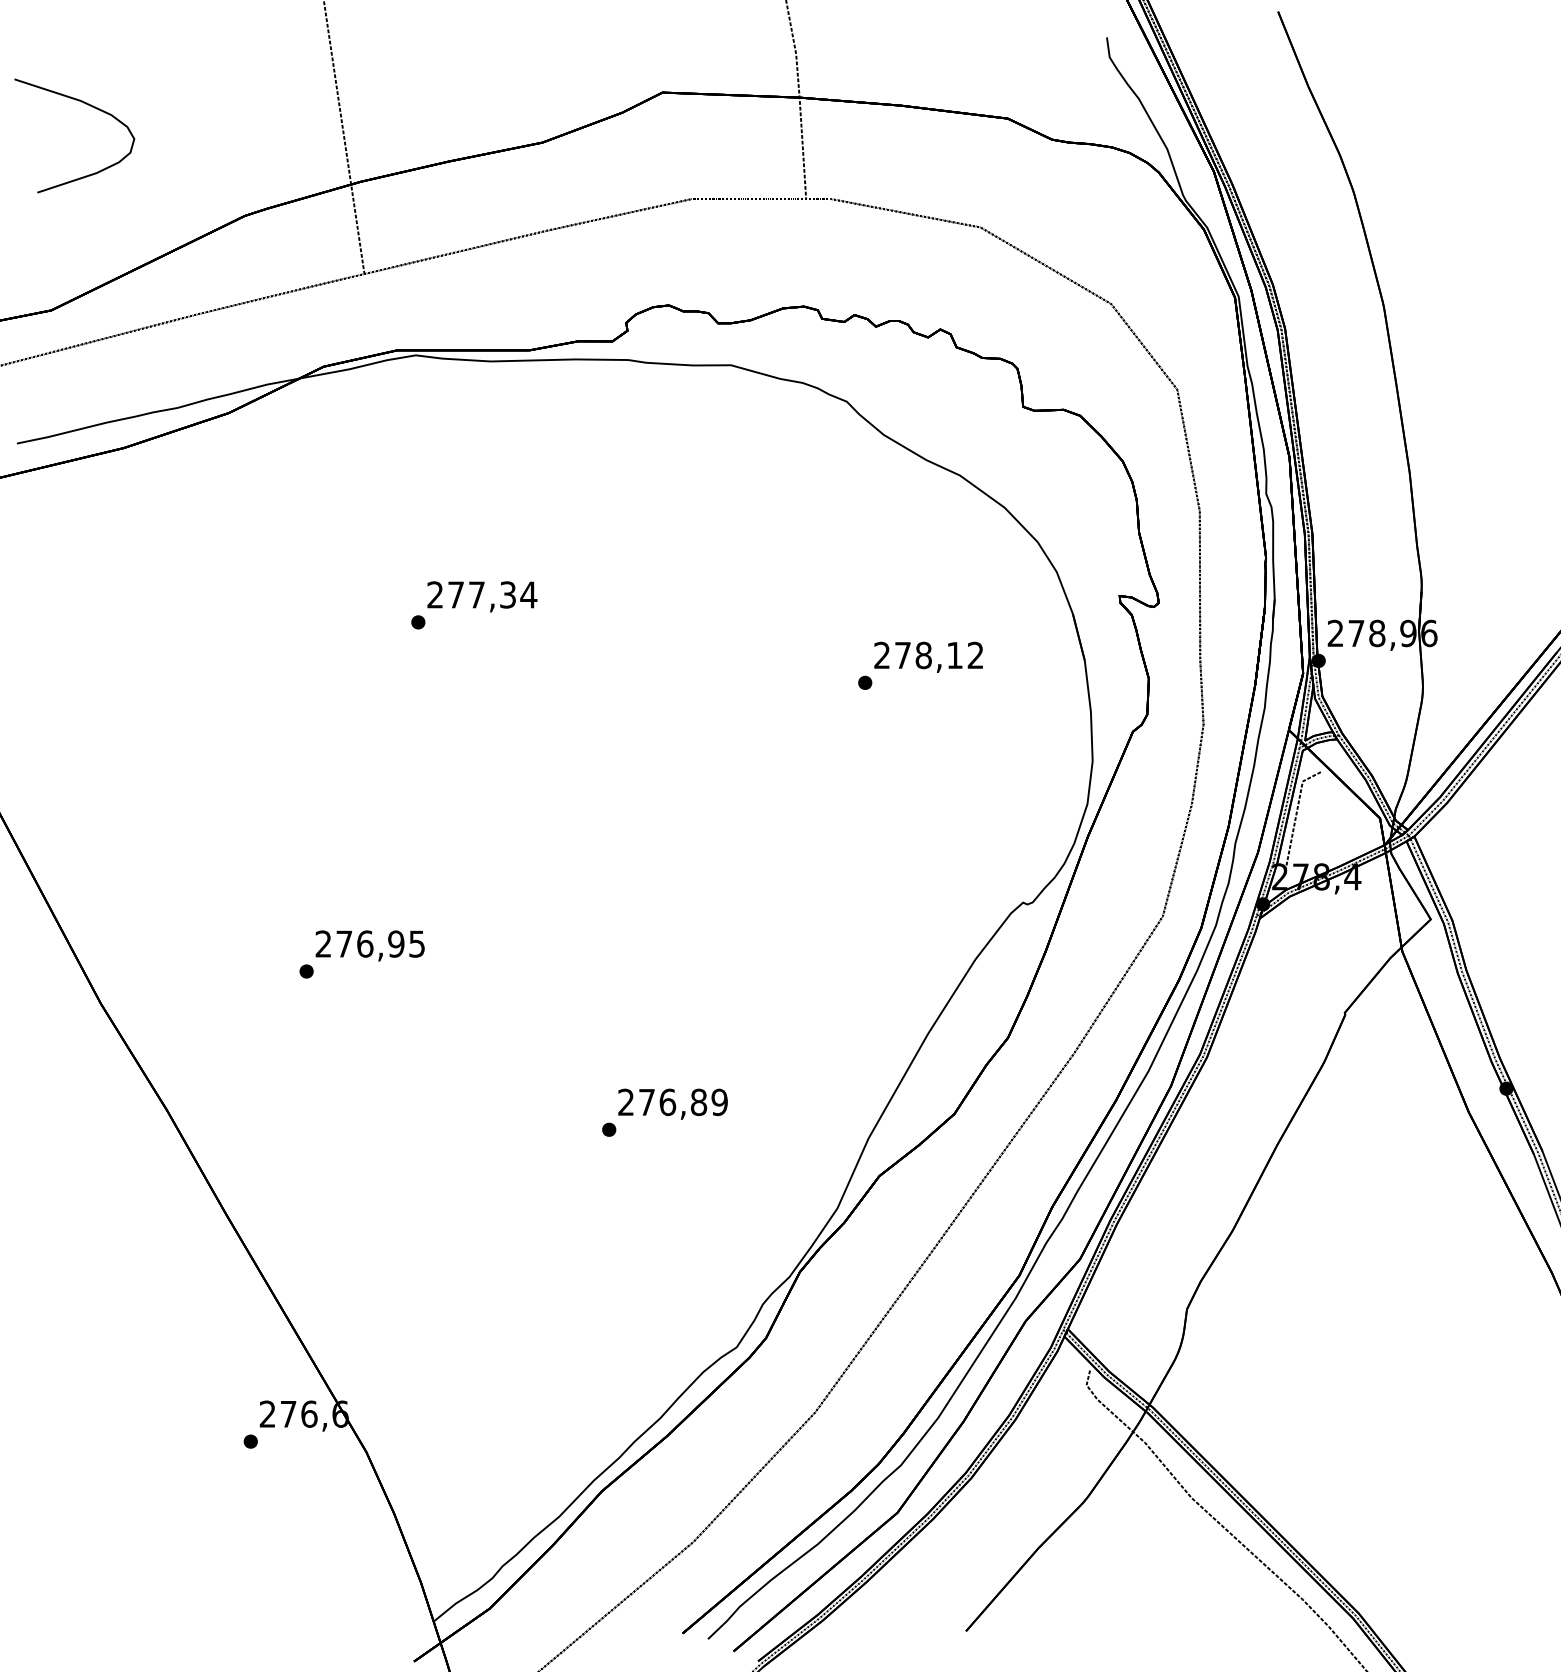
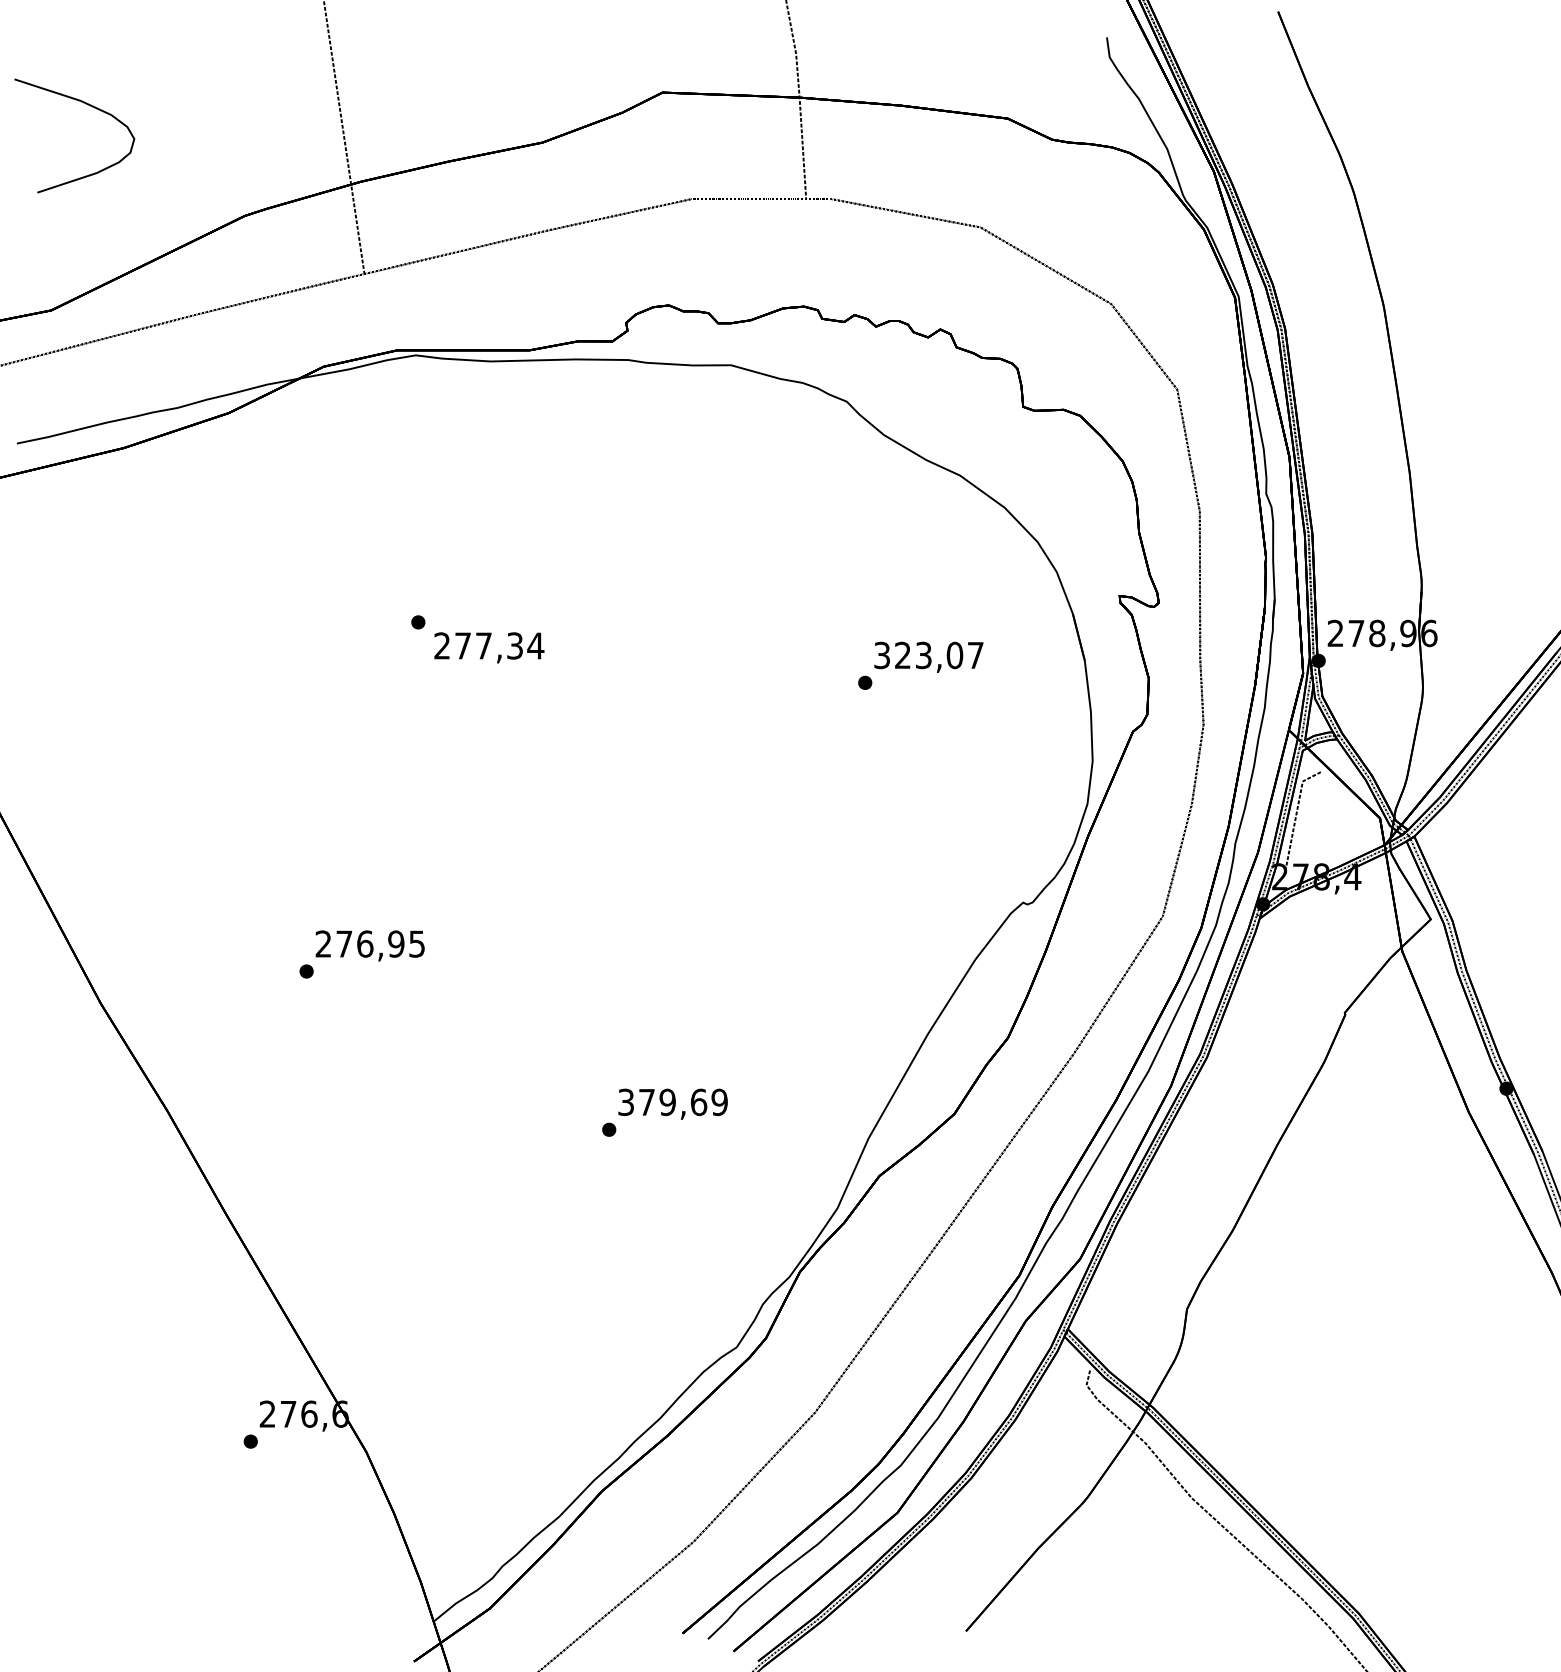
text at (482, 596) position: (482, 596) -> (489, 647)
text at (928, 655): 278,12 -> 323,07
text at (662, 1102): 276,89 -> 379,69
